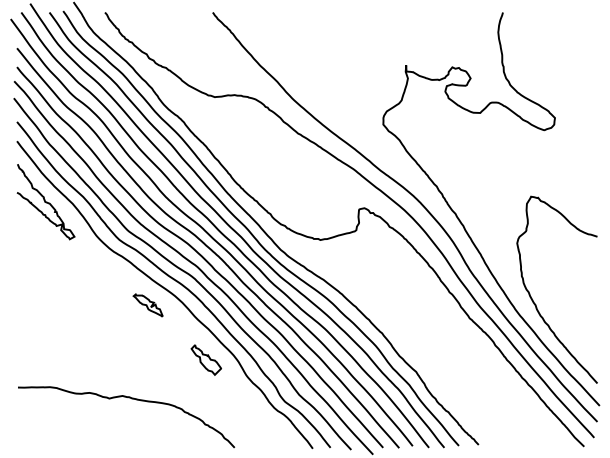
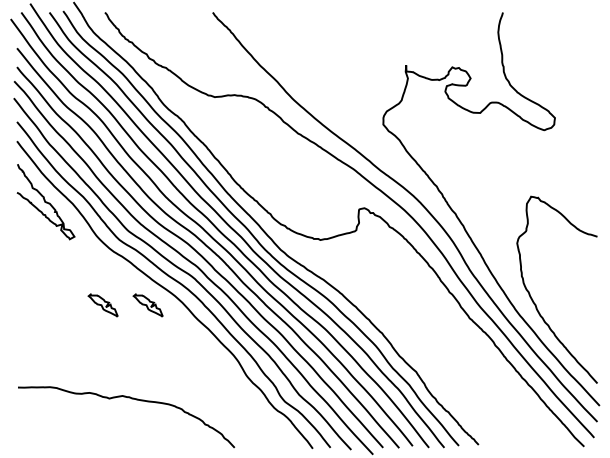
part at (102, 305): none -> present
part at (205, 359): present -> none
